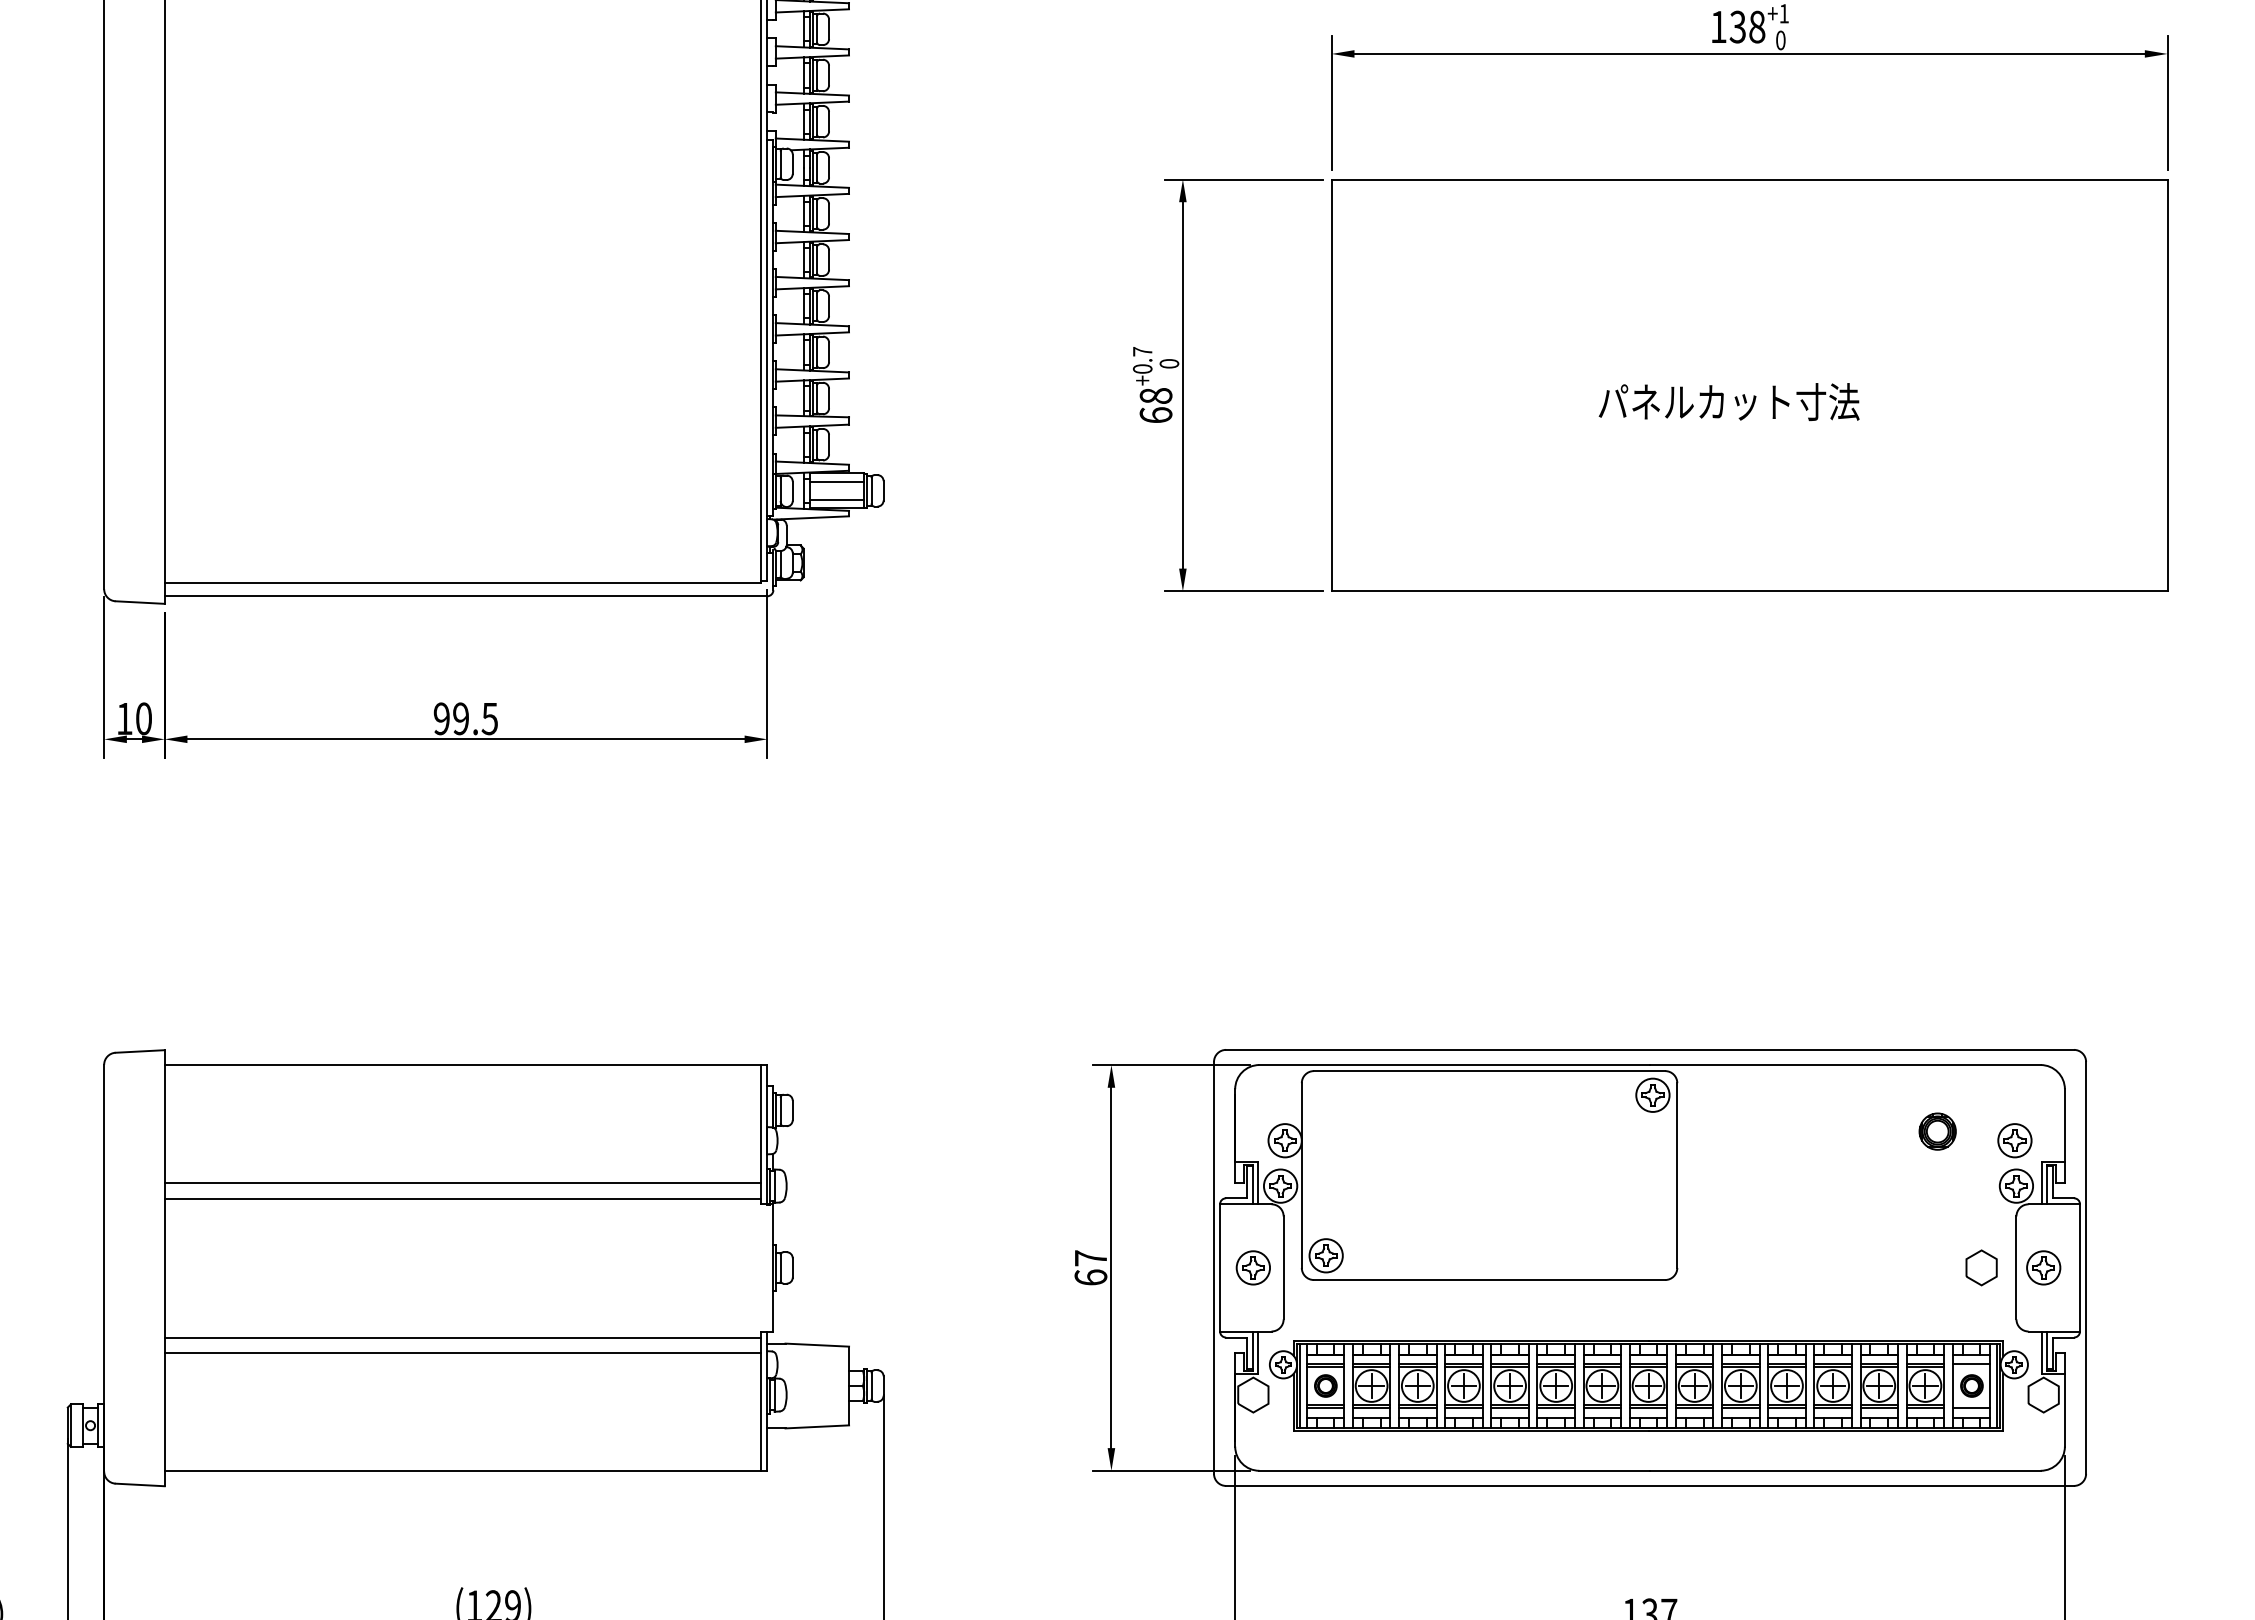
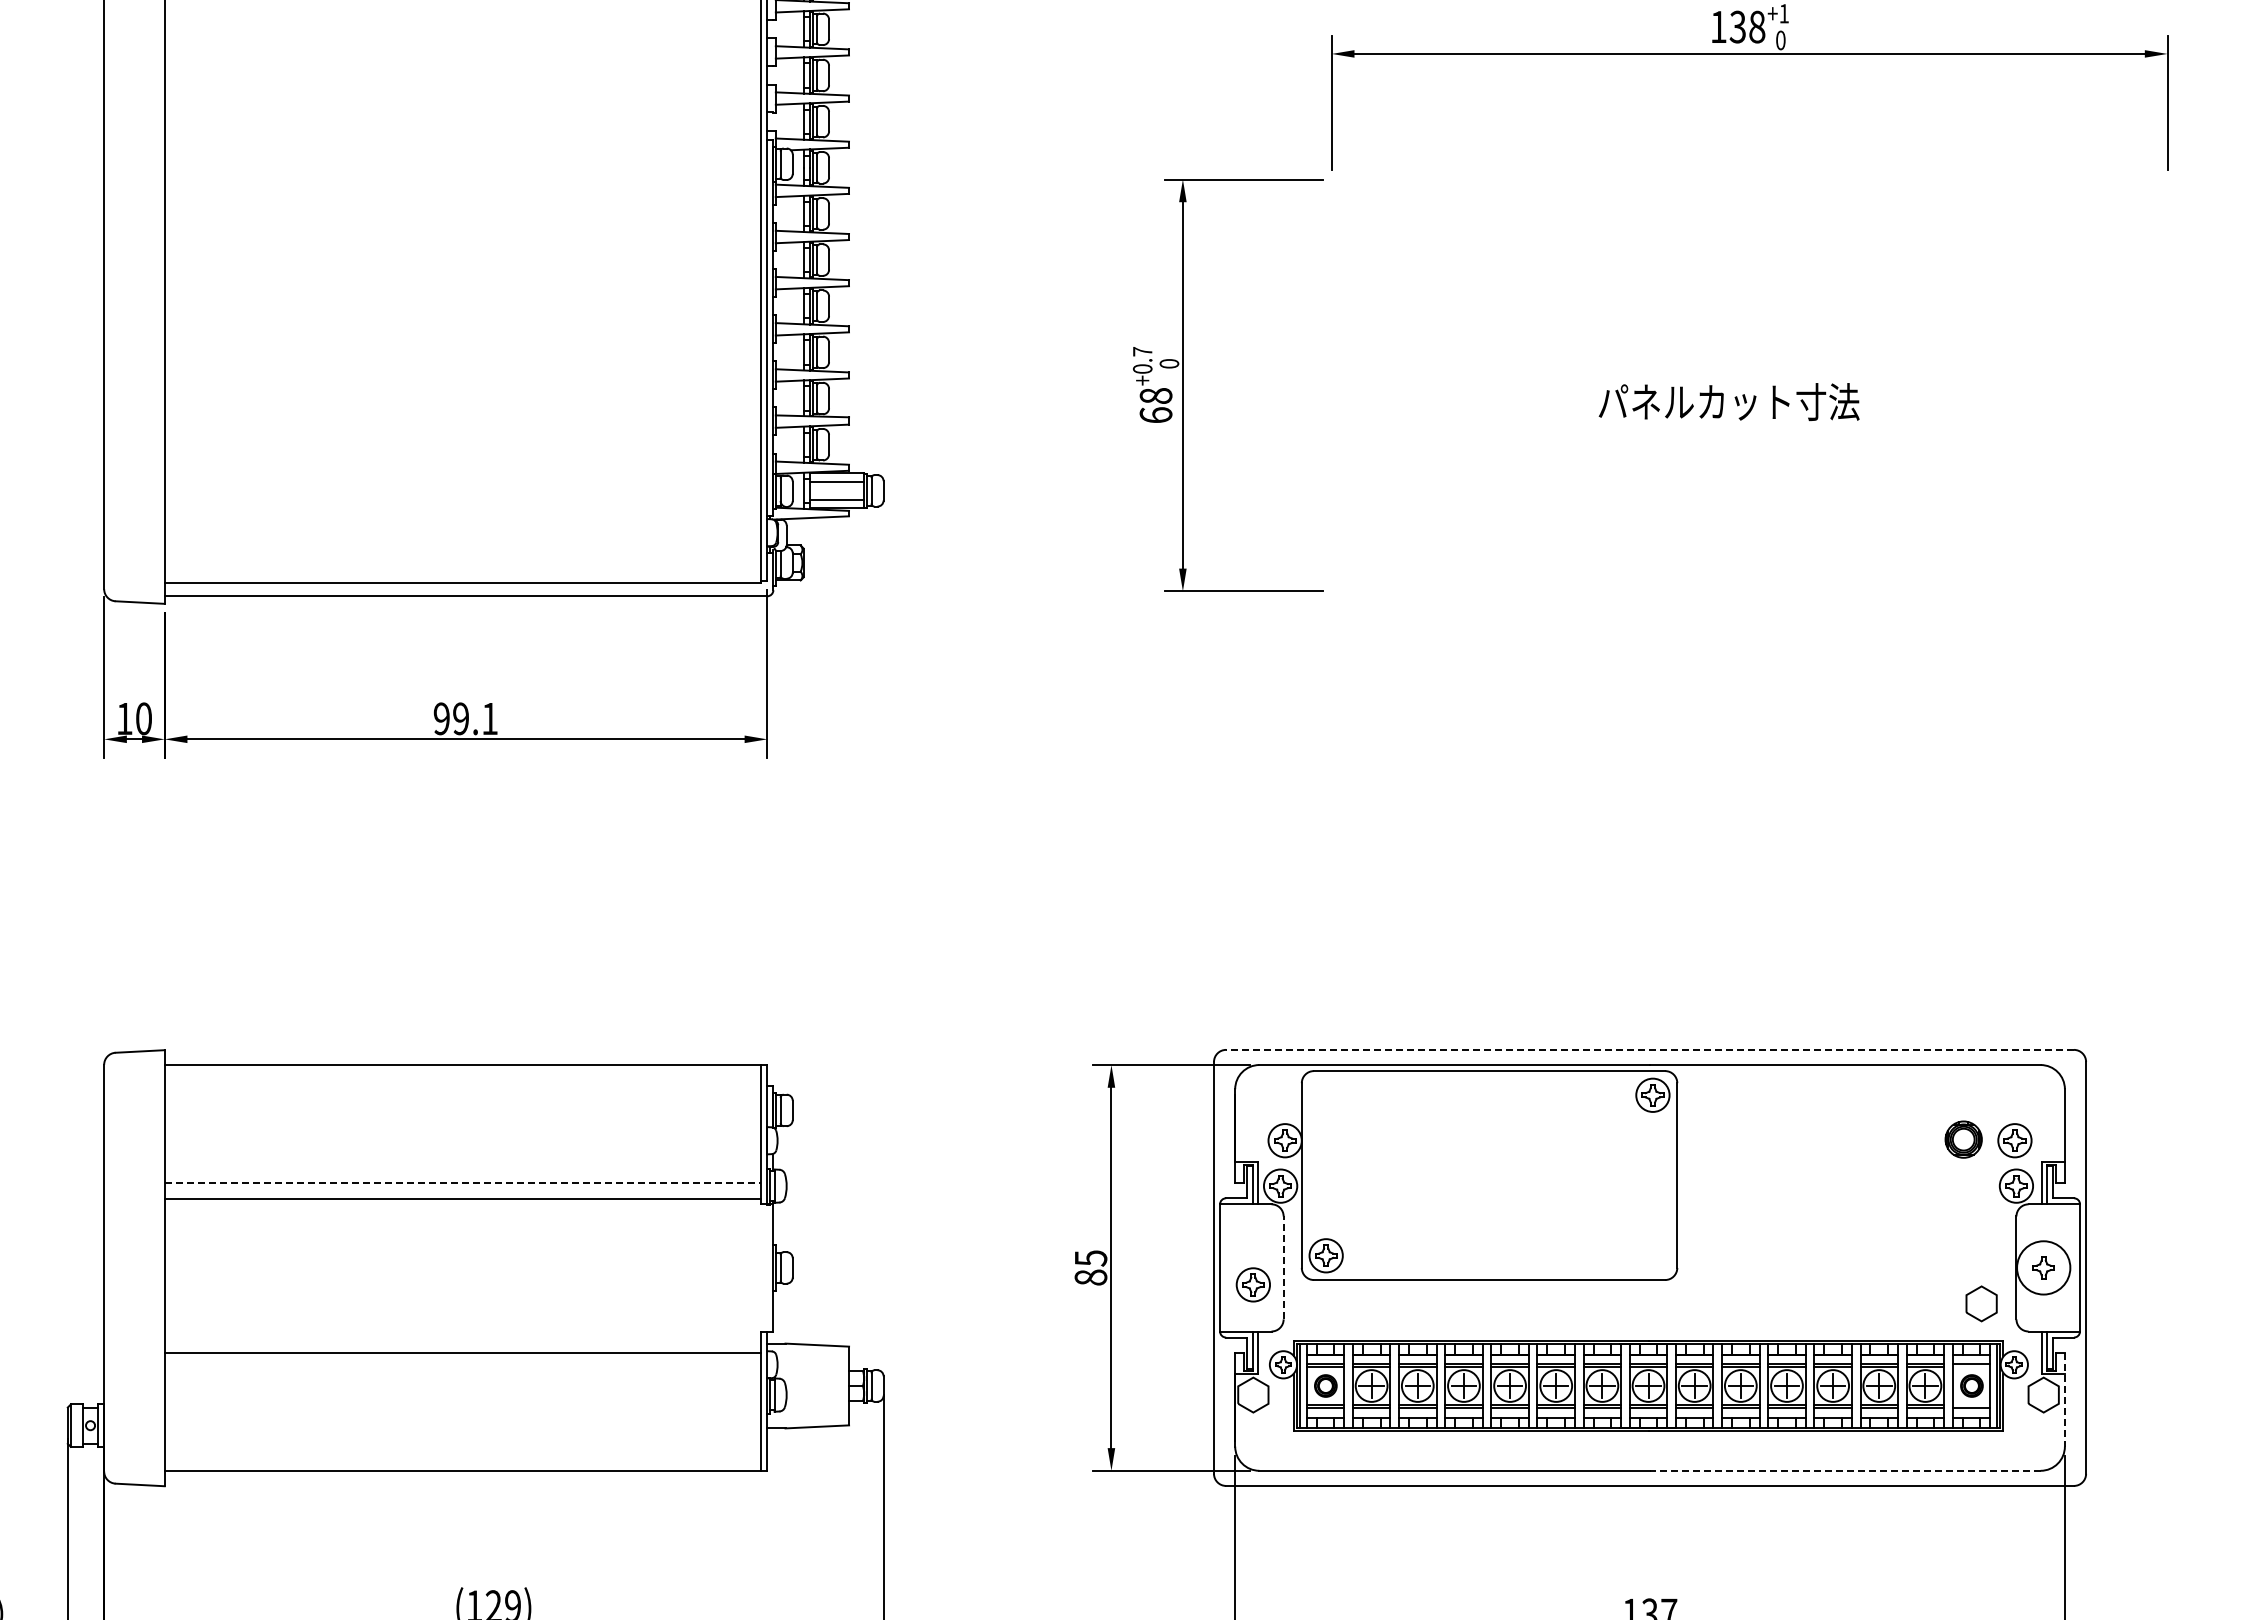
part at (1749, 385): present -> none
text at (489, 719): 99.5 -> 99.1
line at (1650, 1049): solid -> dashed
part at (1937, 1131) position: (1937, 1131) -> (1963, 1139)
line at (463, 1183): solid -> dashed
text at (1090, 1267): 67 -> 85
part at (1252, 1267) position: (1252, 1267) -> (1252, 1284)
line at (1283, 1267): solid -> dashed
part at (1981, 1267) position: (1981, 1267) -> (1981, 1303)
circle at (2043, 1267) diameter: 33 px -> 53 px
line at (462, 1337): present -> none
line at (2064, 1399): solid -> dashed
line at (1844, 1470): solid -> dashed
